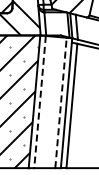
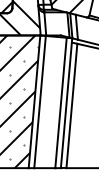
line at (40, 102): dashed -> solid
line at (61, 102): dashed -> solid
